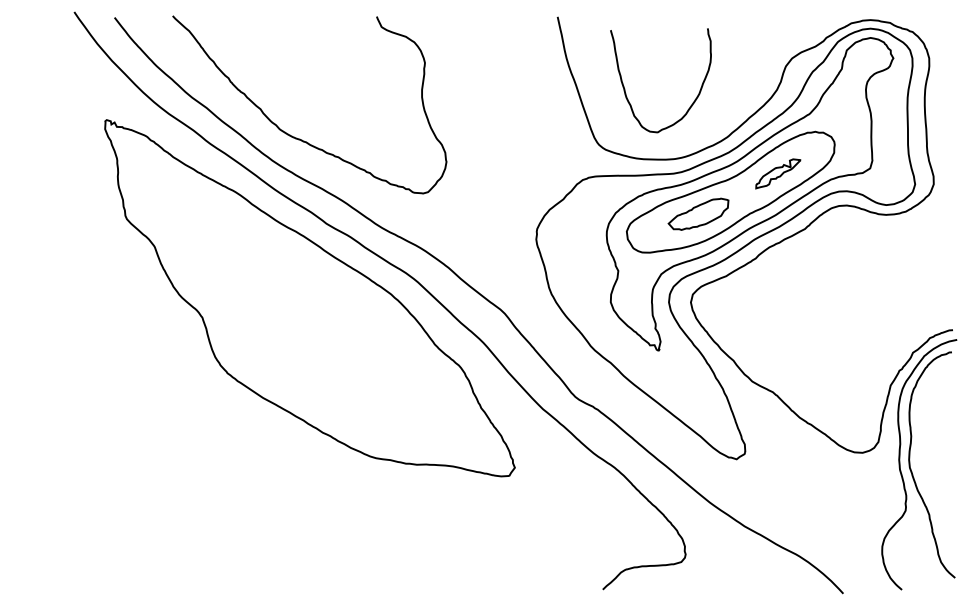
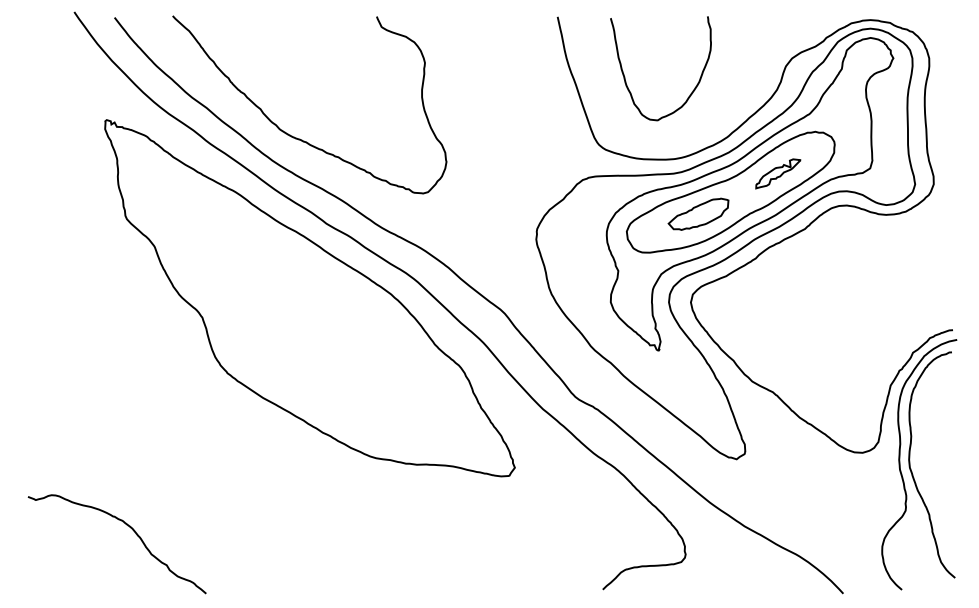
curve at (625, 89) position: (625, 89) -> (625, 77)
curve at (131, 529): none -> present
